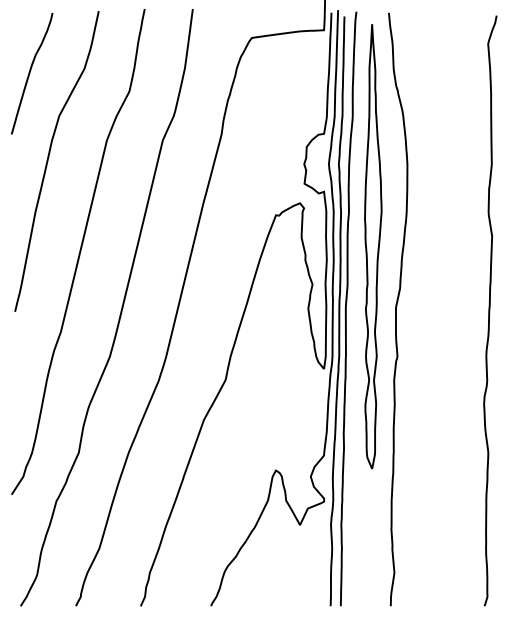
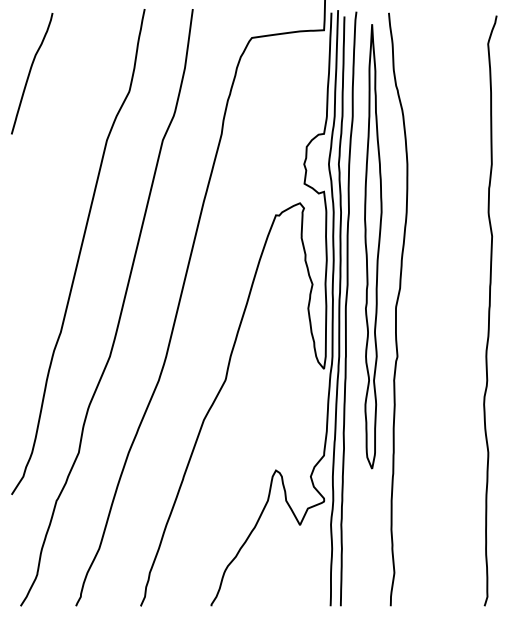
curve at (48, 161): present -> none
